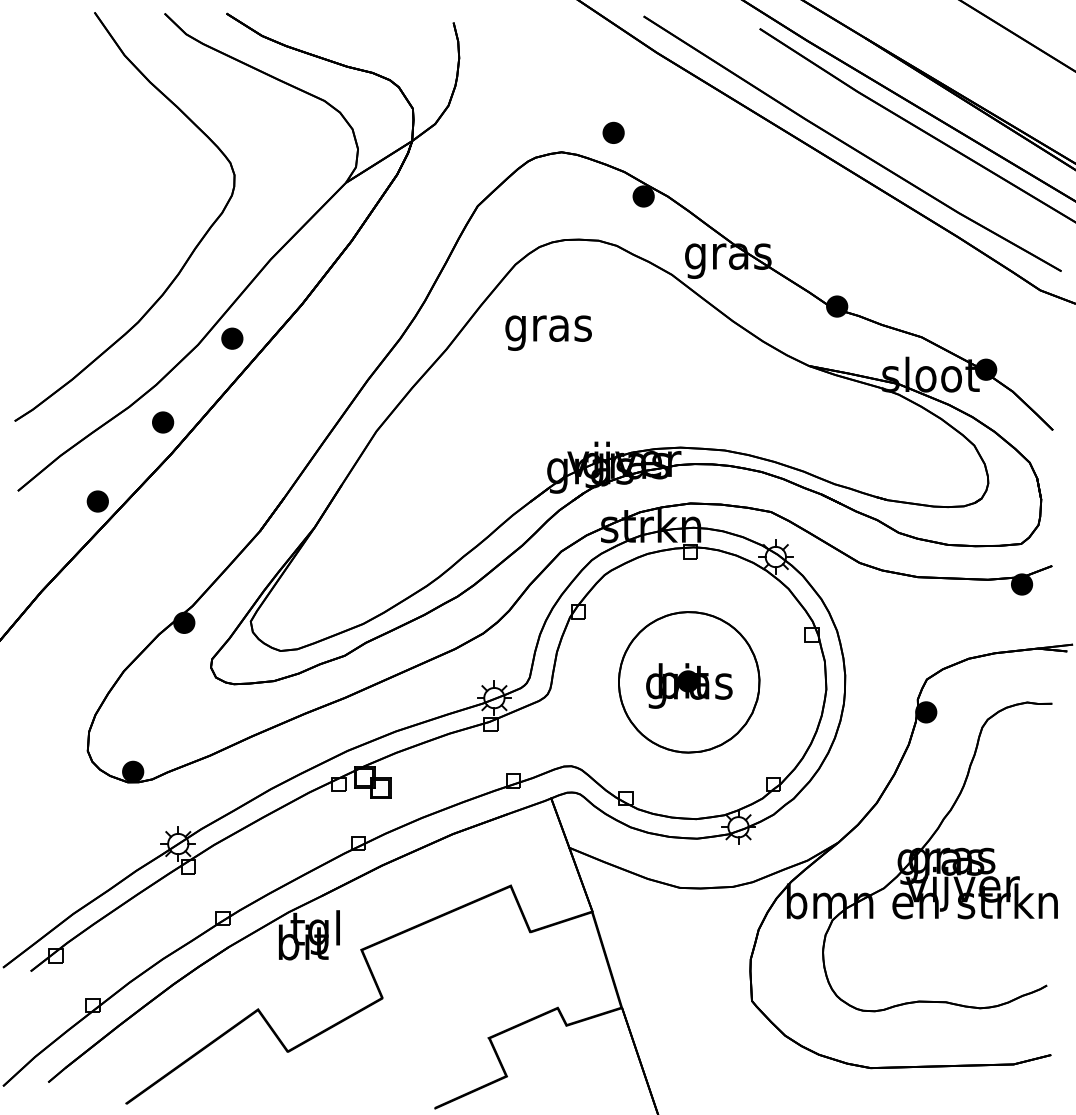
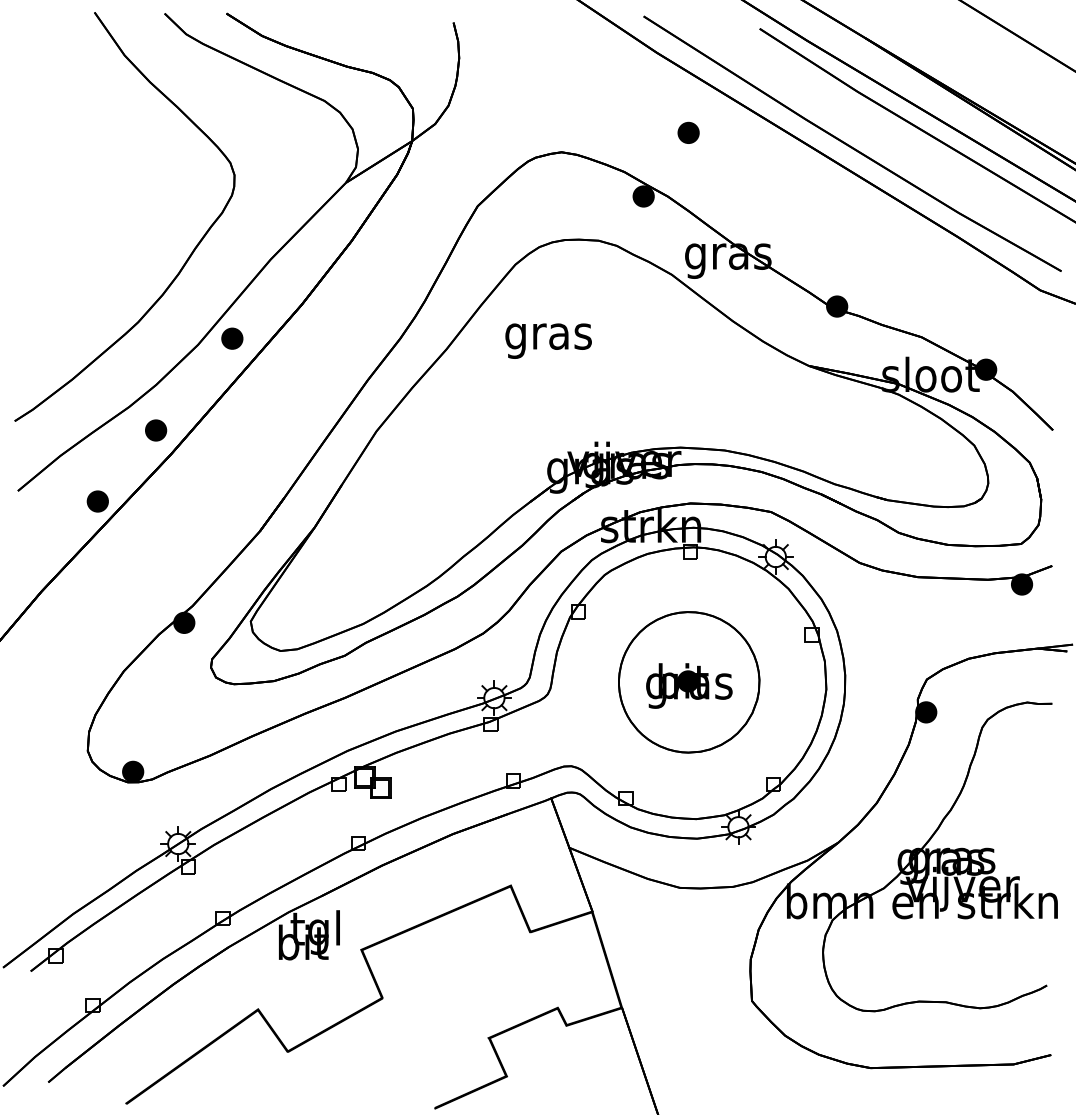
part at (613, 132) position: (613, 132) -> (688, 132)
text at (548, 332) position: (548, 332) -> (548, 340)
part at (163, 422) position: (163, 422) -> (156, 430)
